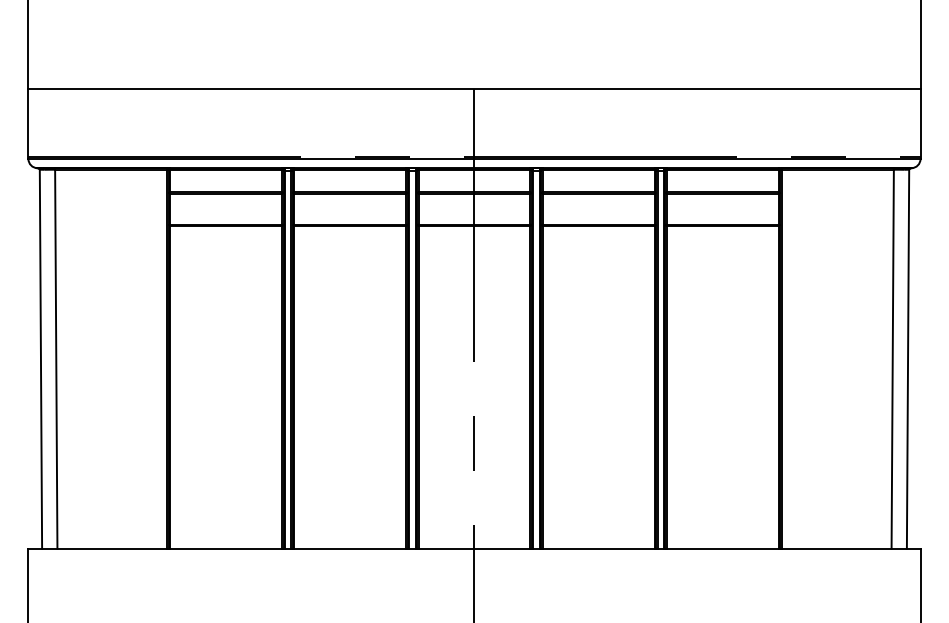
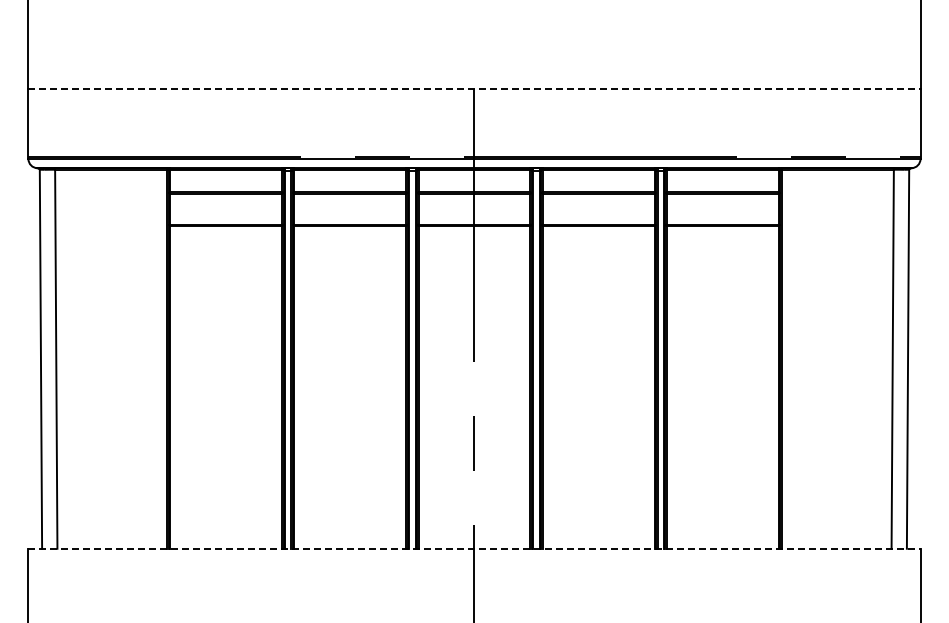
line at (474, 89): solid -> dashed
line at (474, 548): solid -> dashed
